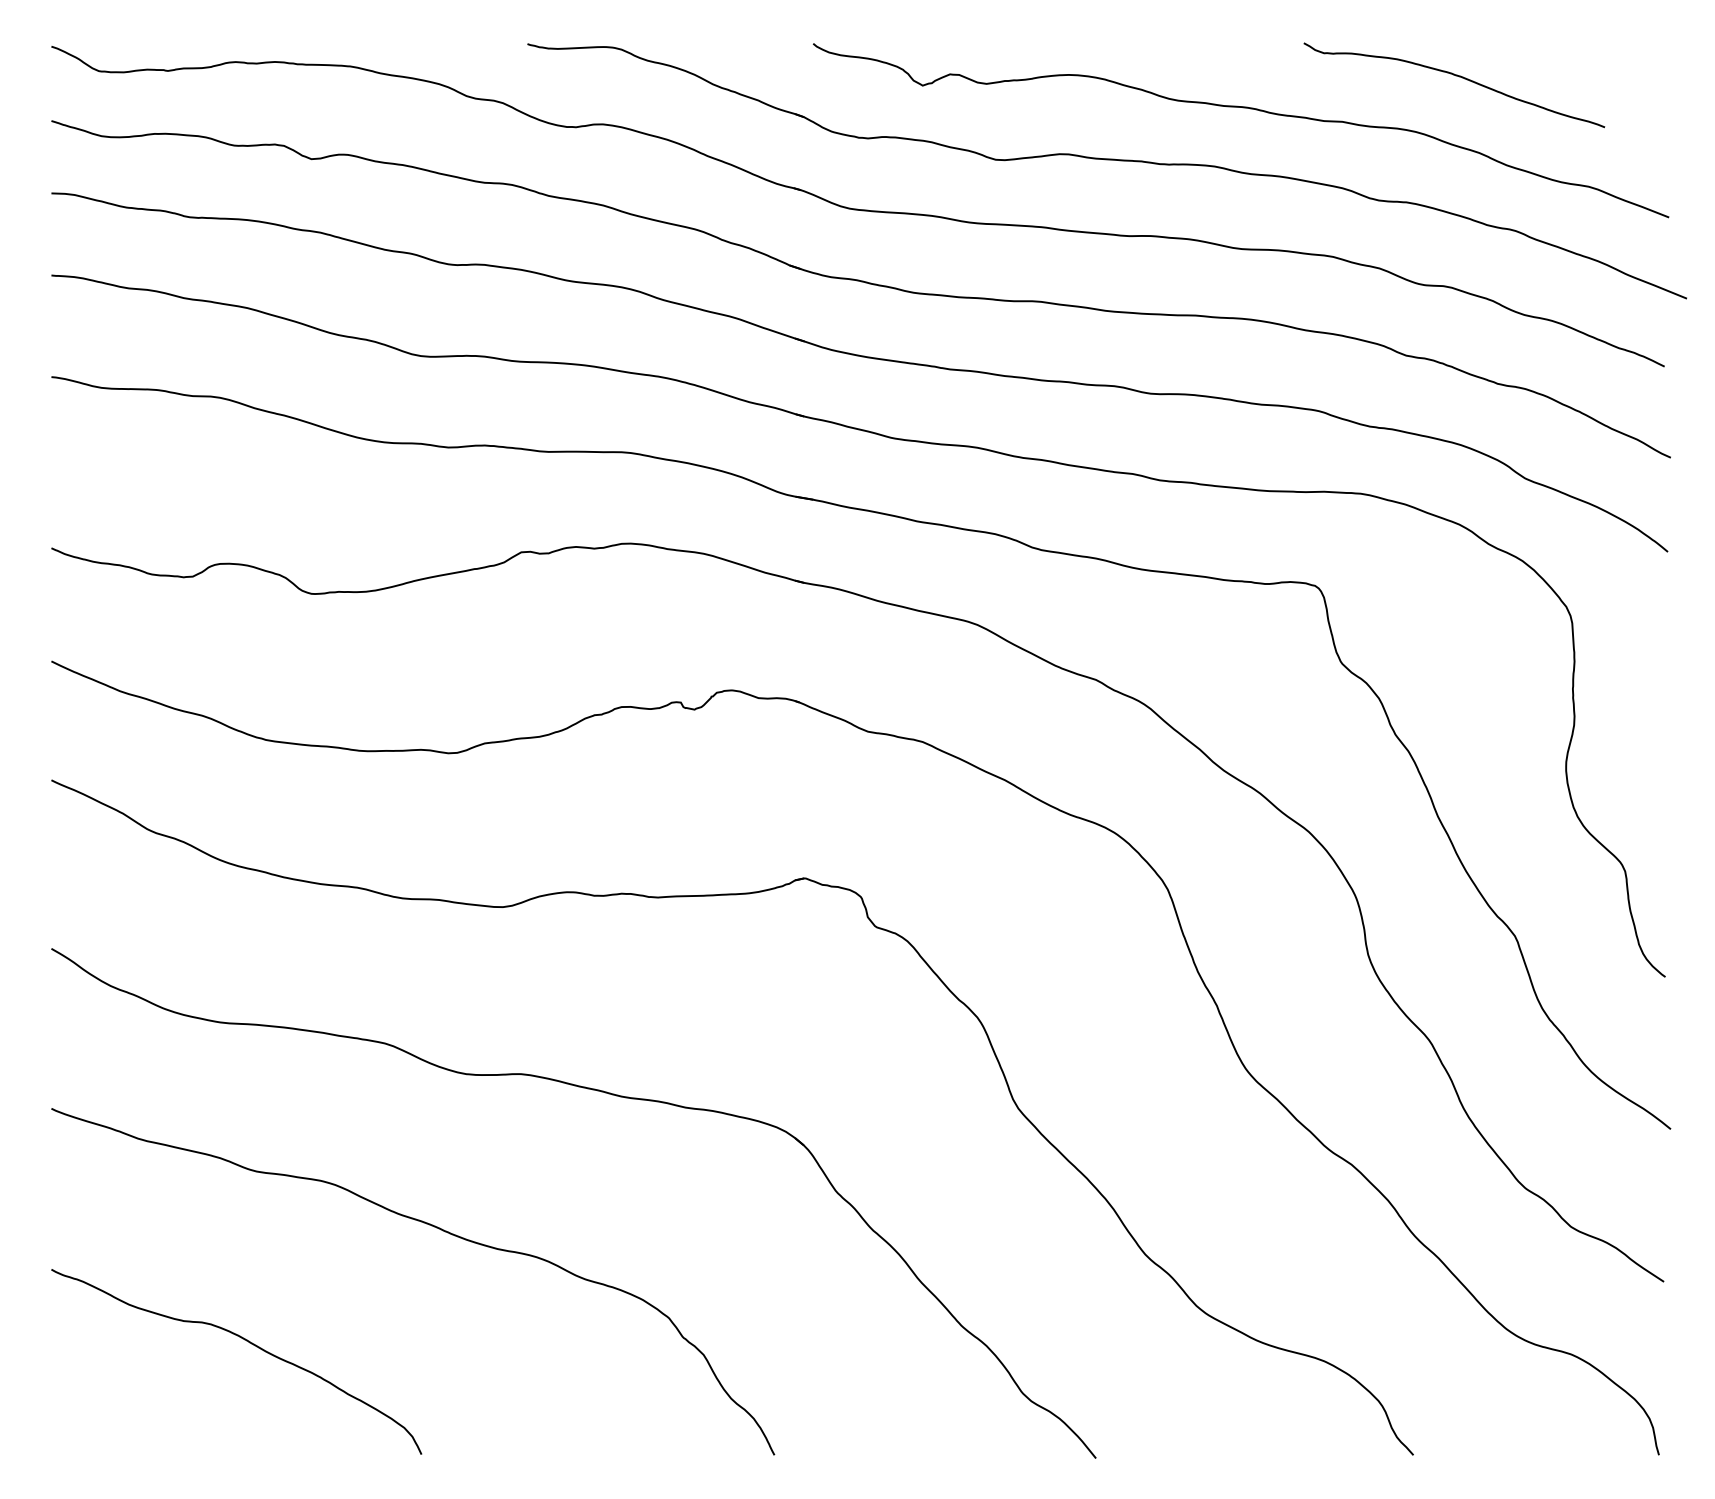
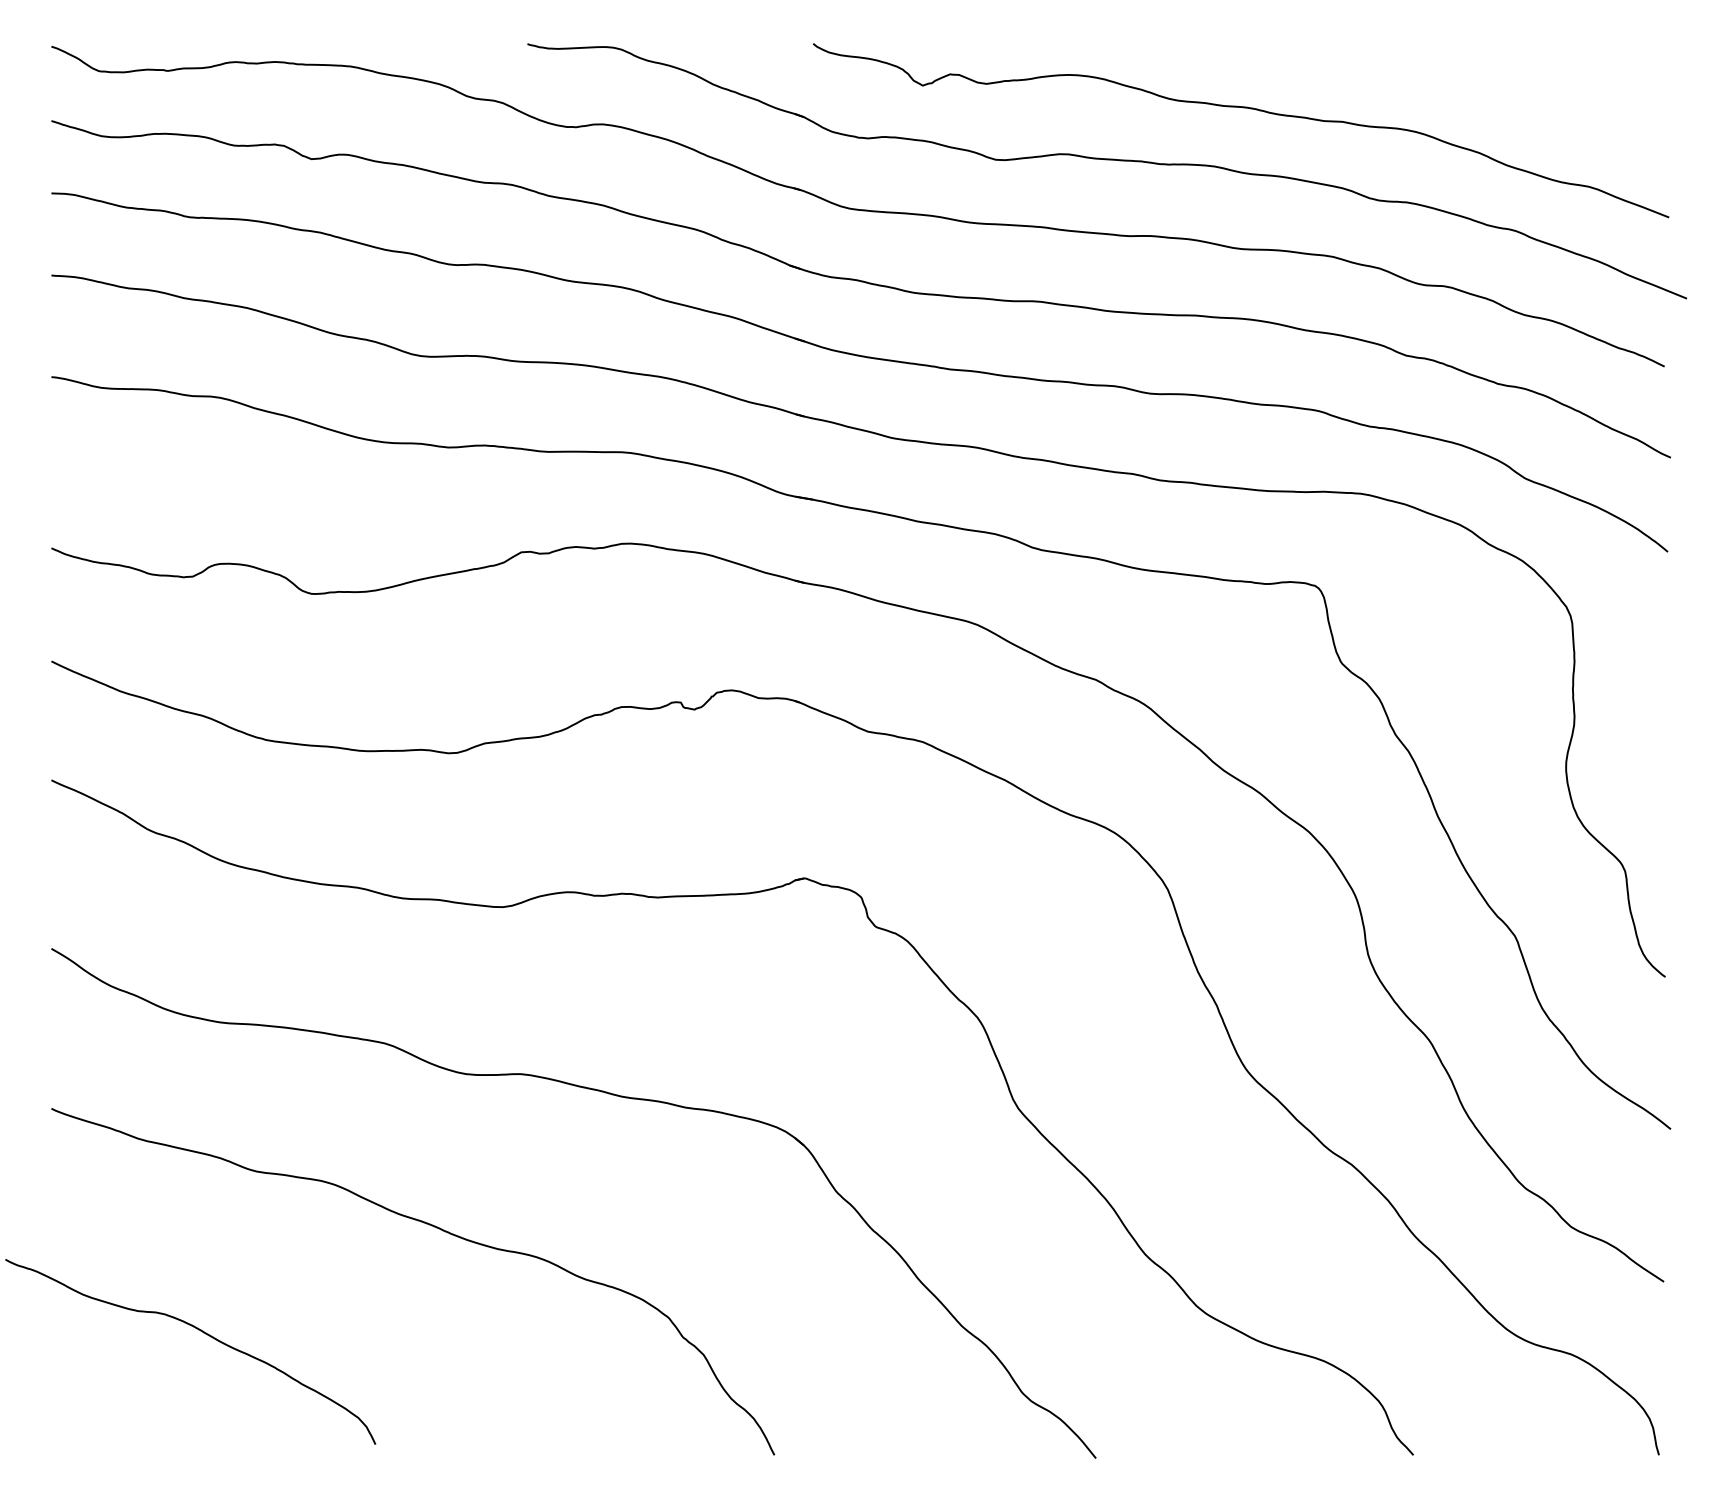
curve at (1455, 76): present -> none
curve at (249, 1343) position: (249, 1343) -> (203, 1333)
